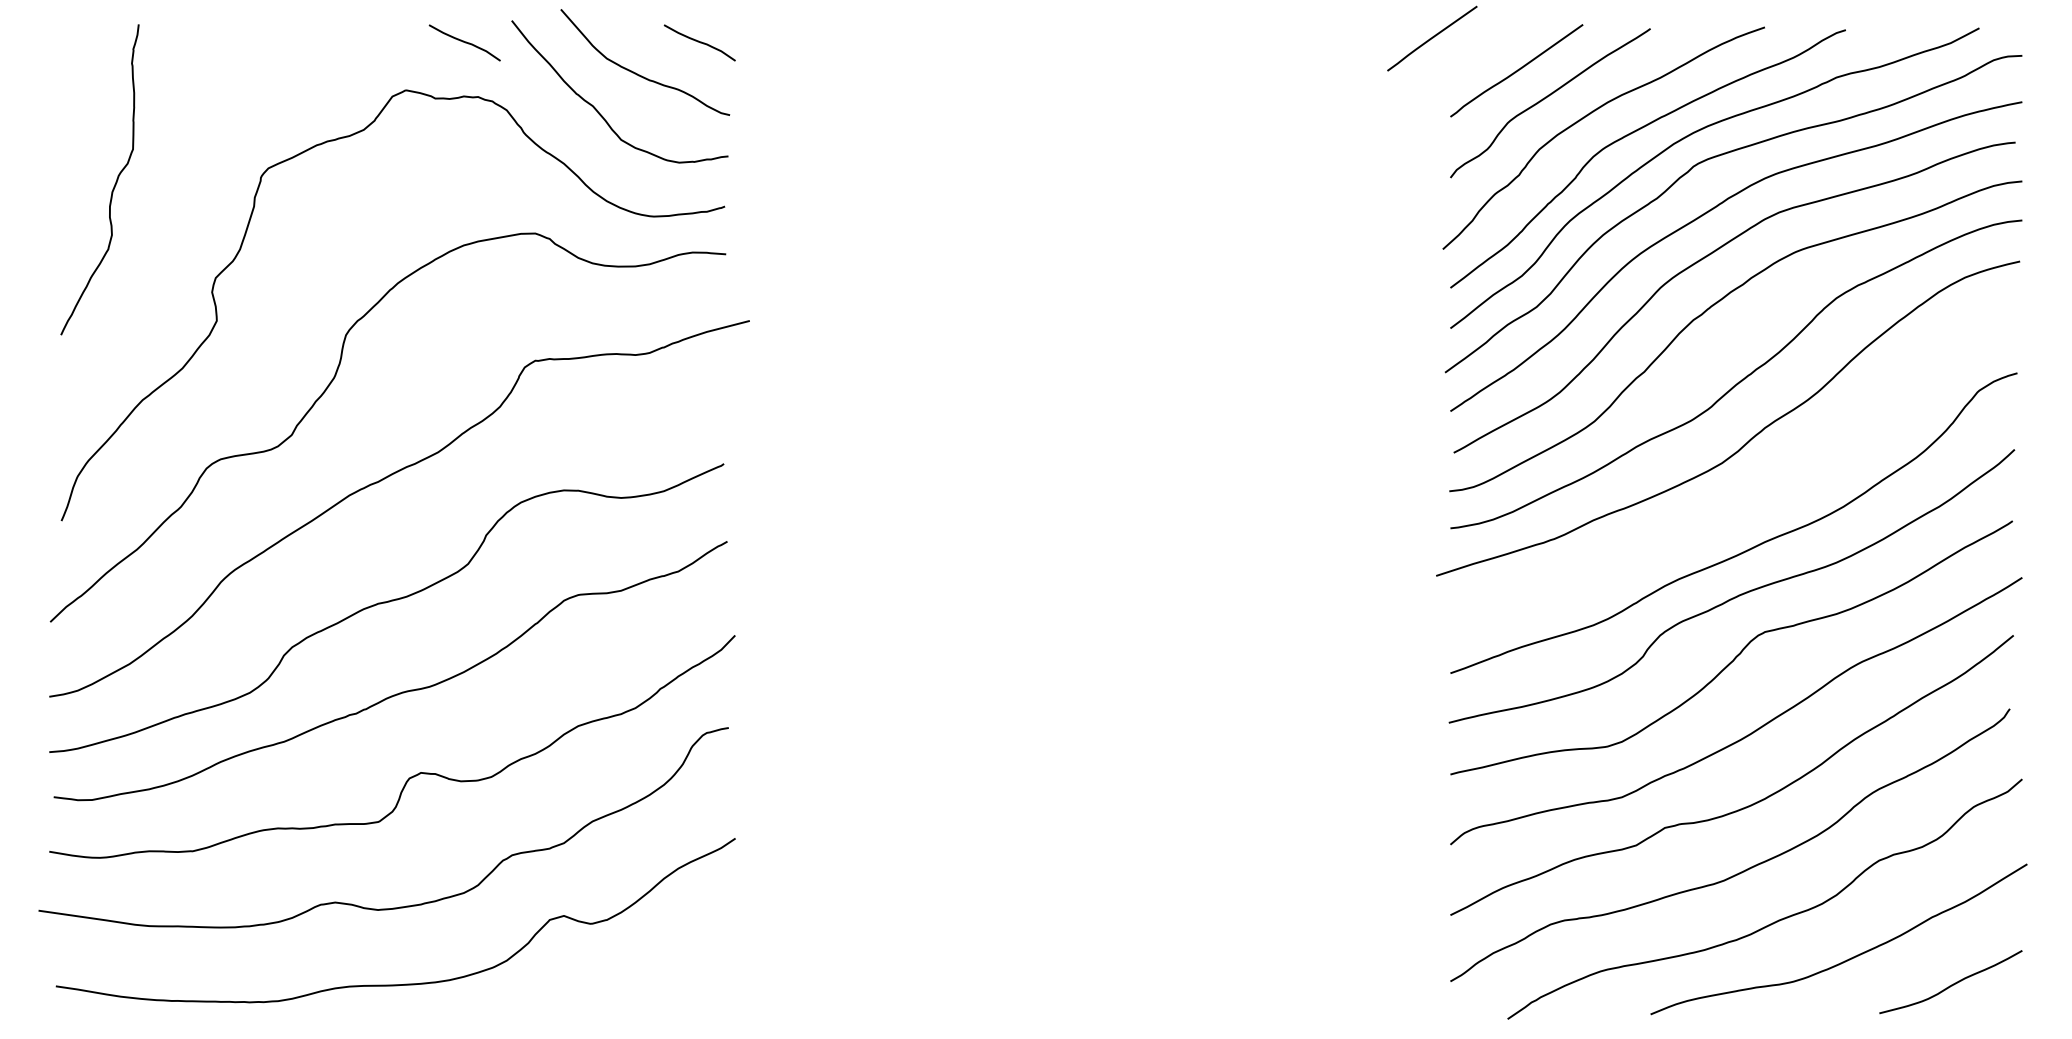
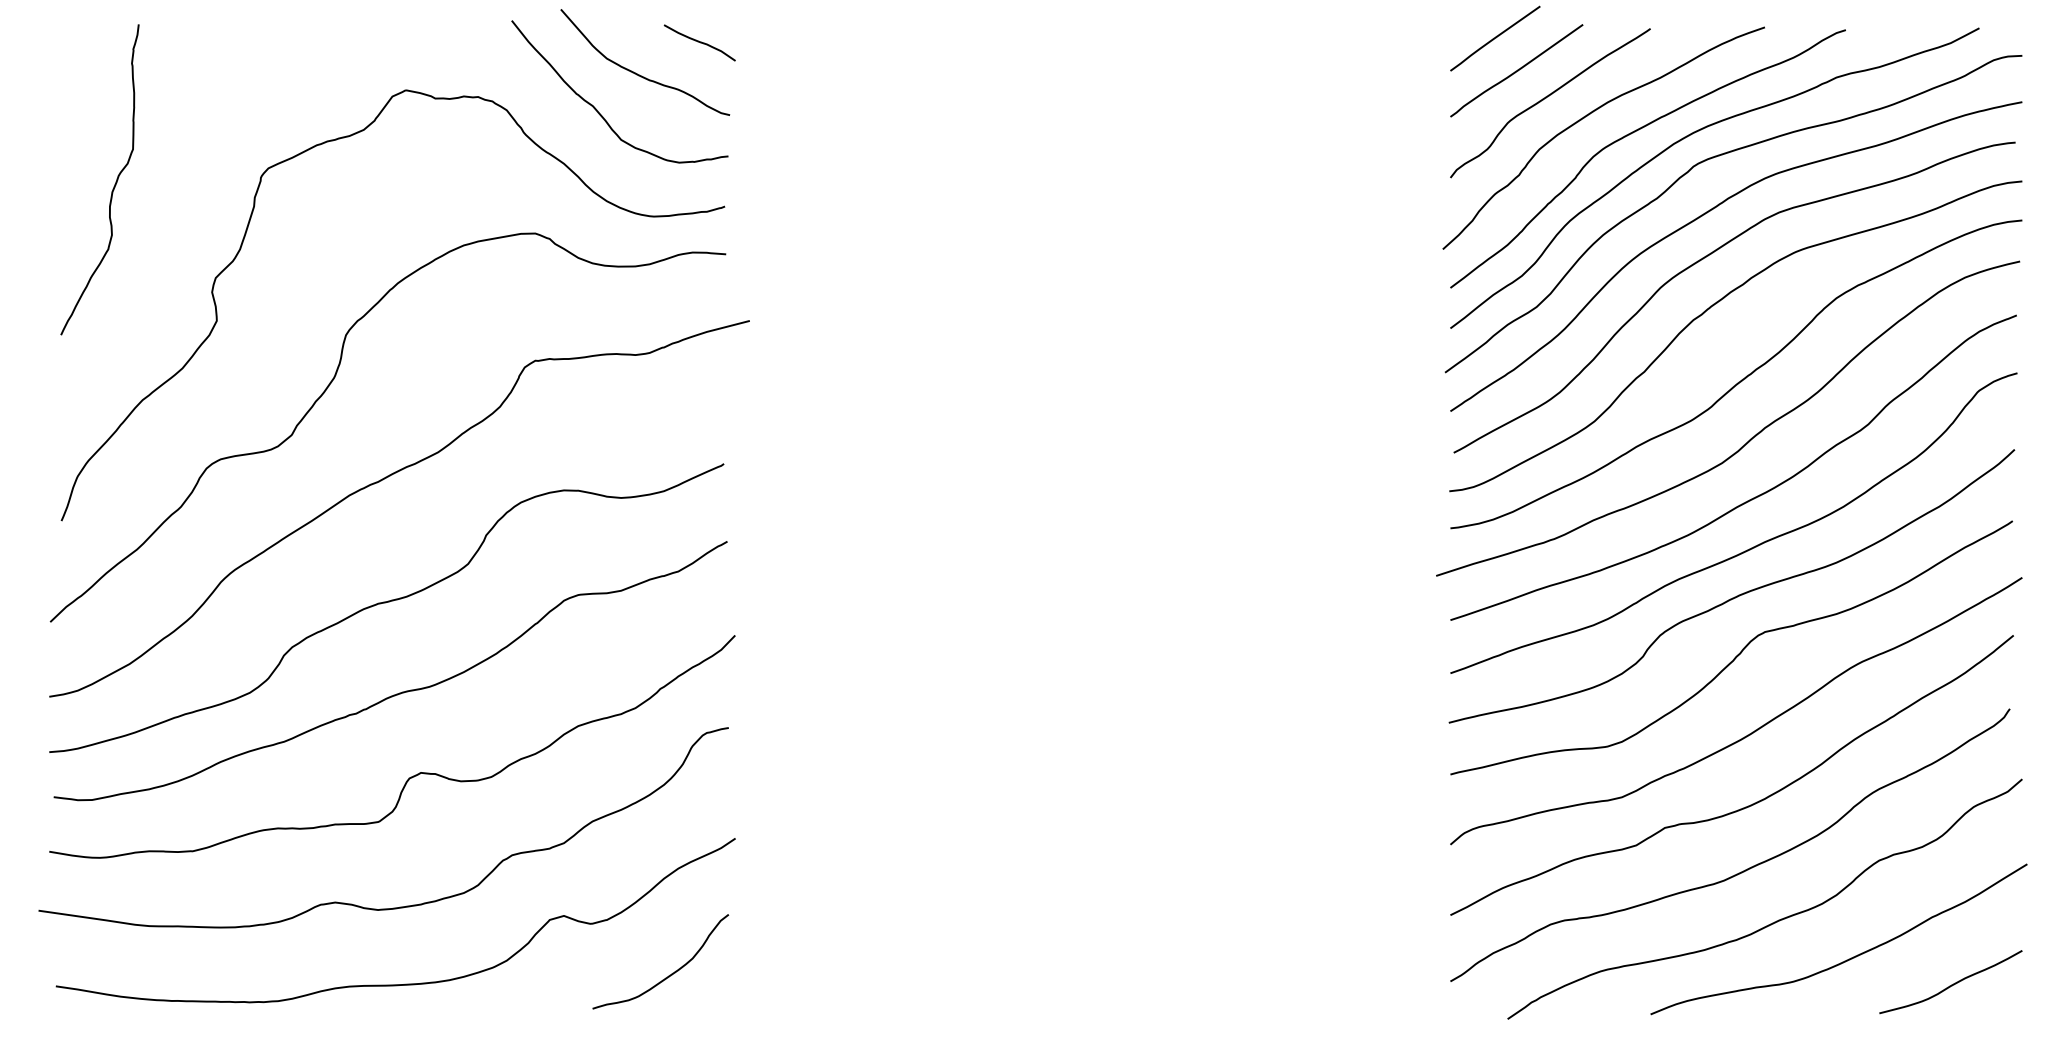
line at (1432, 38) position: (1432, 38) -> (1495, 38)
curve at (464, 42): present -> none
curve at (1749, 499): none -> present
curve at (668, 975): none -> present
